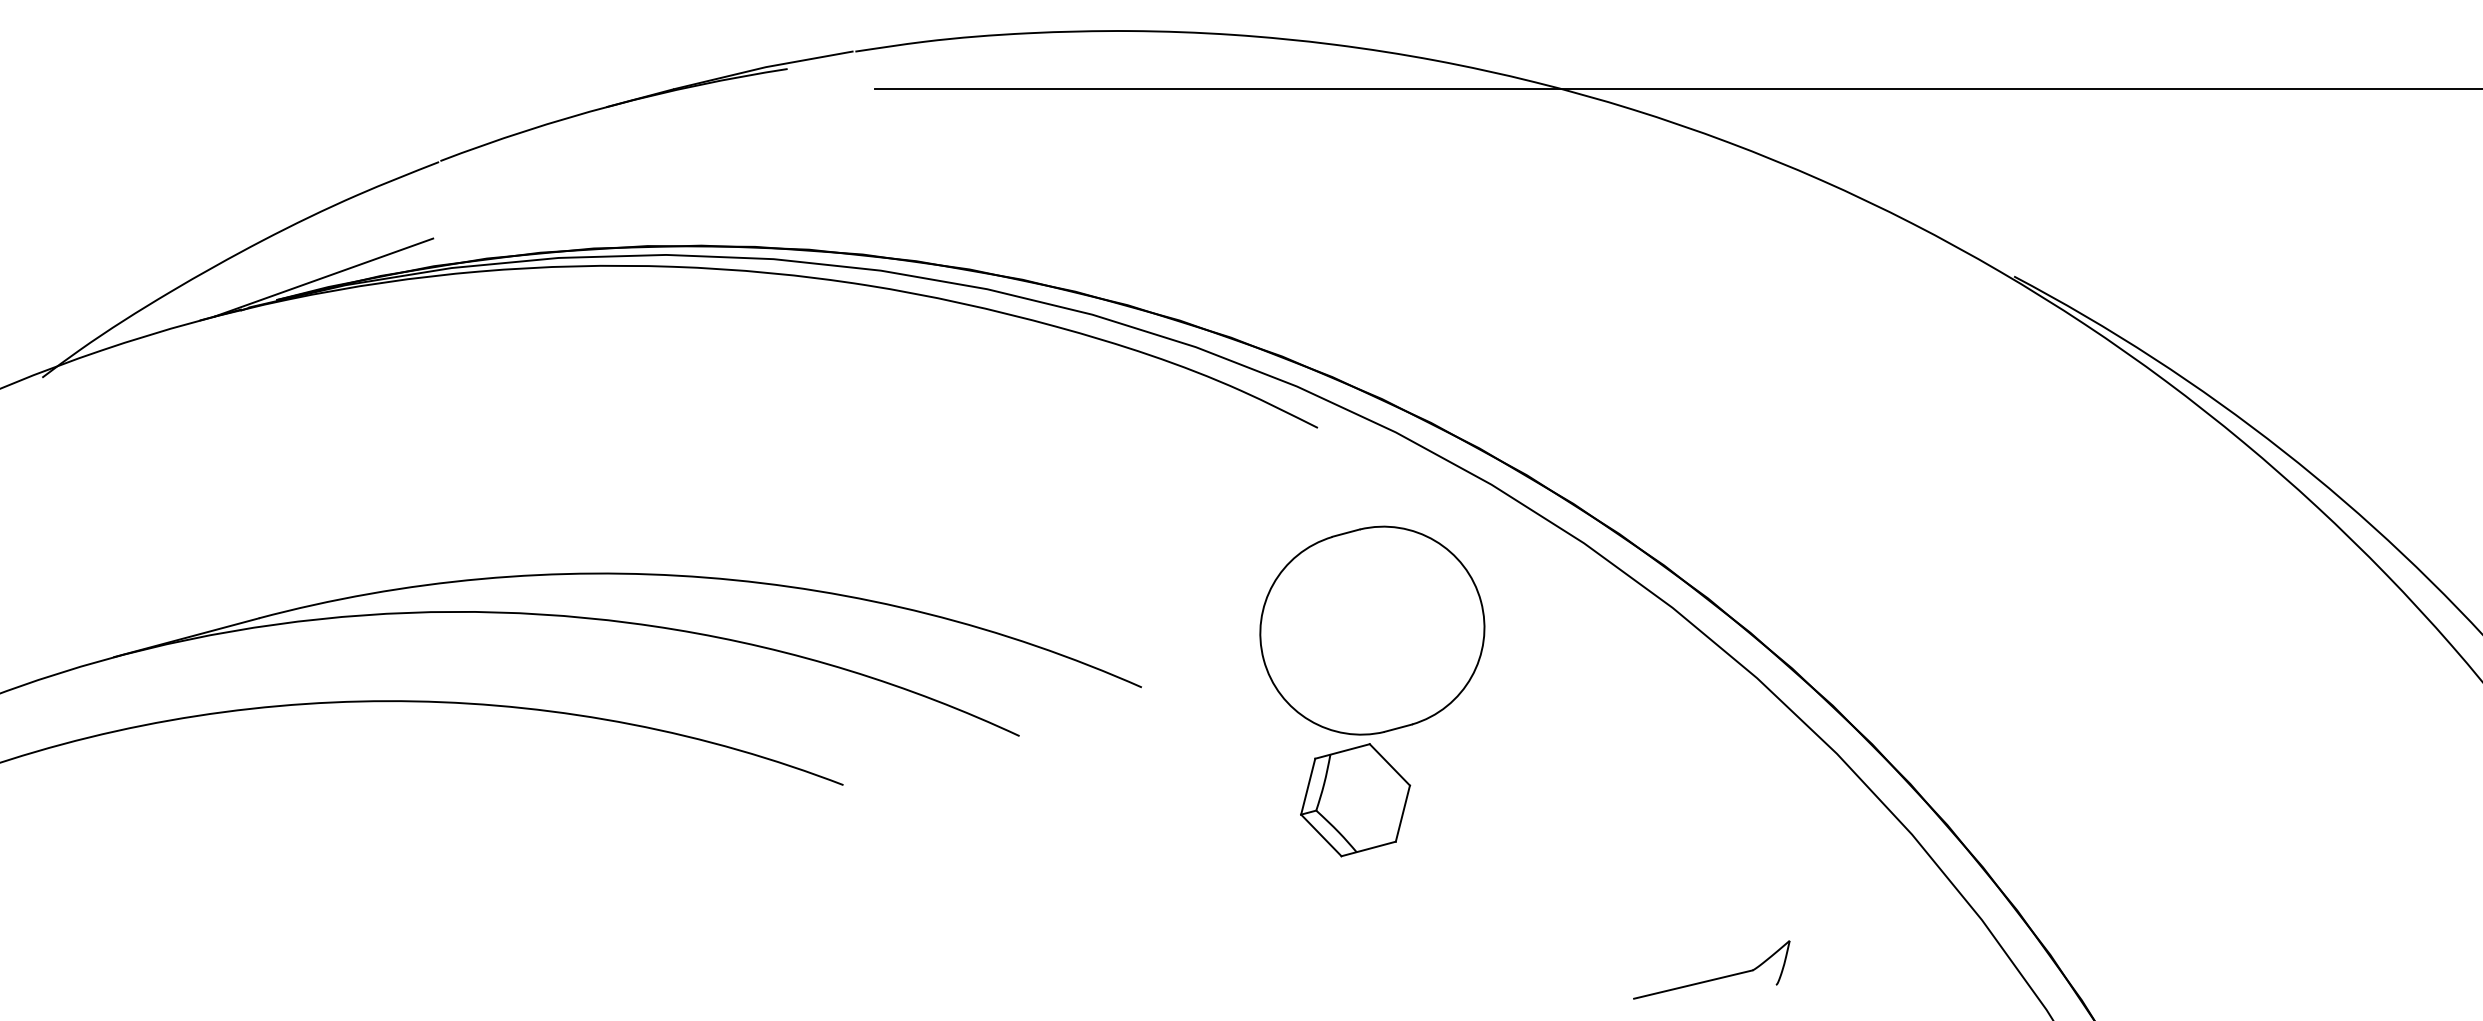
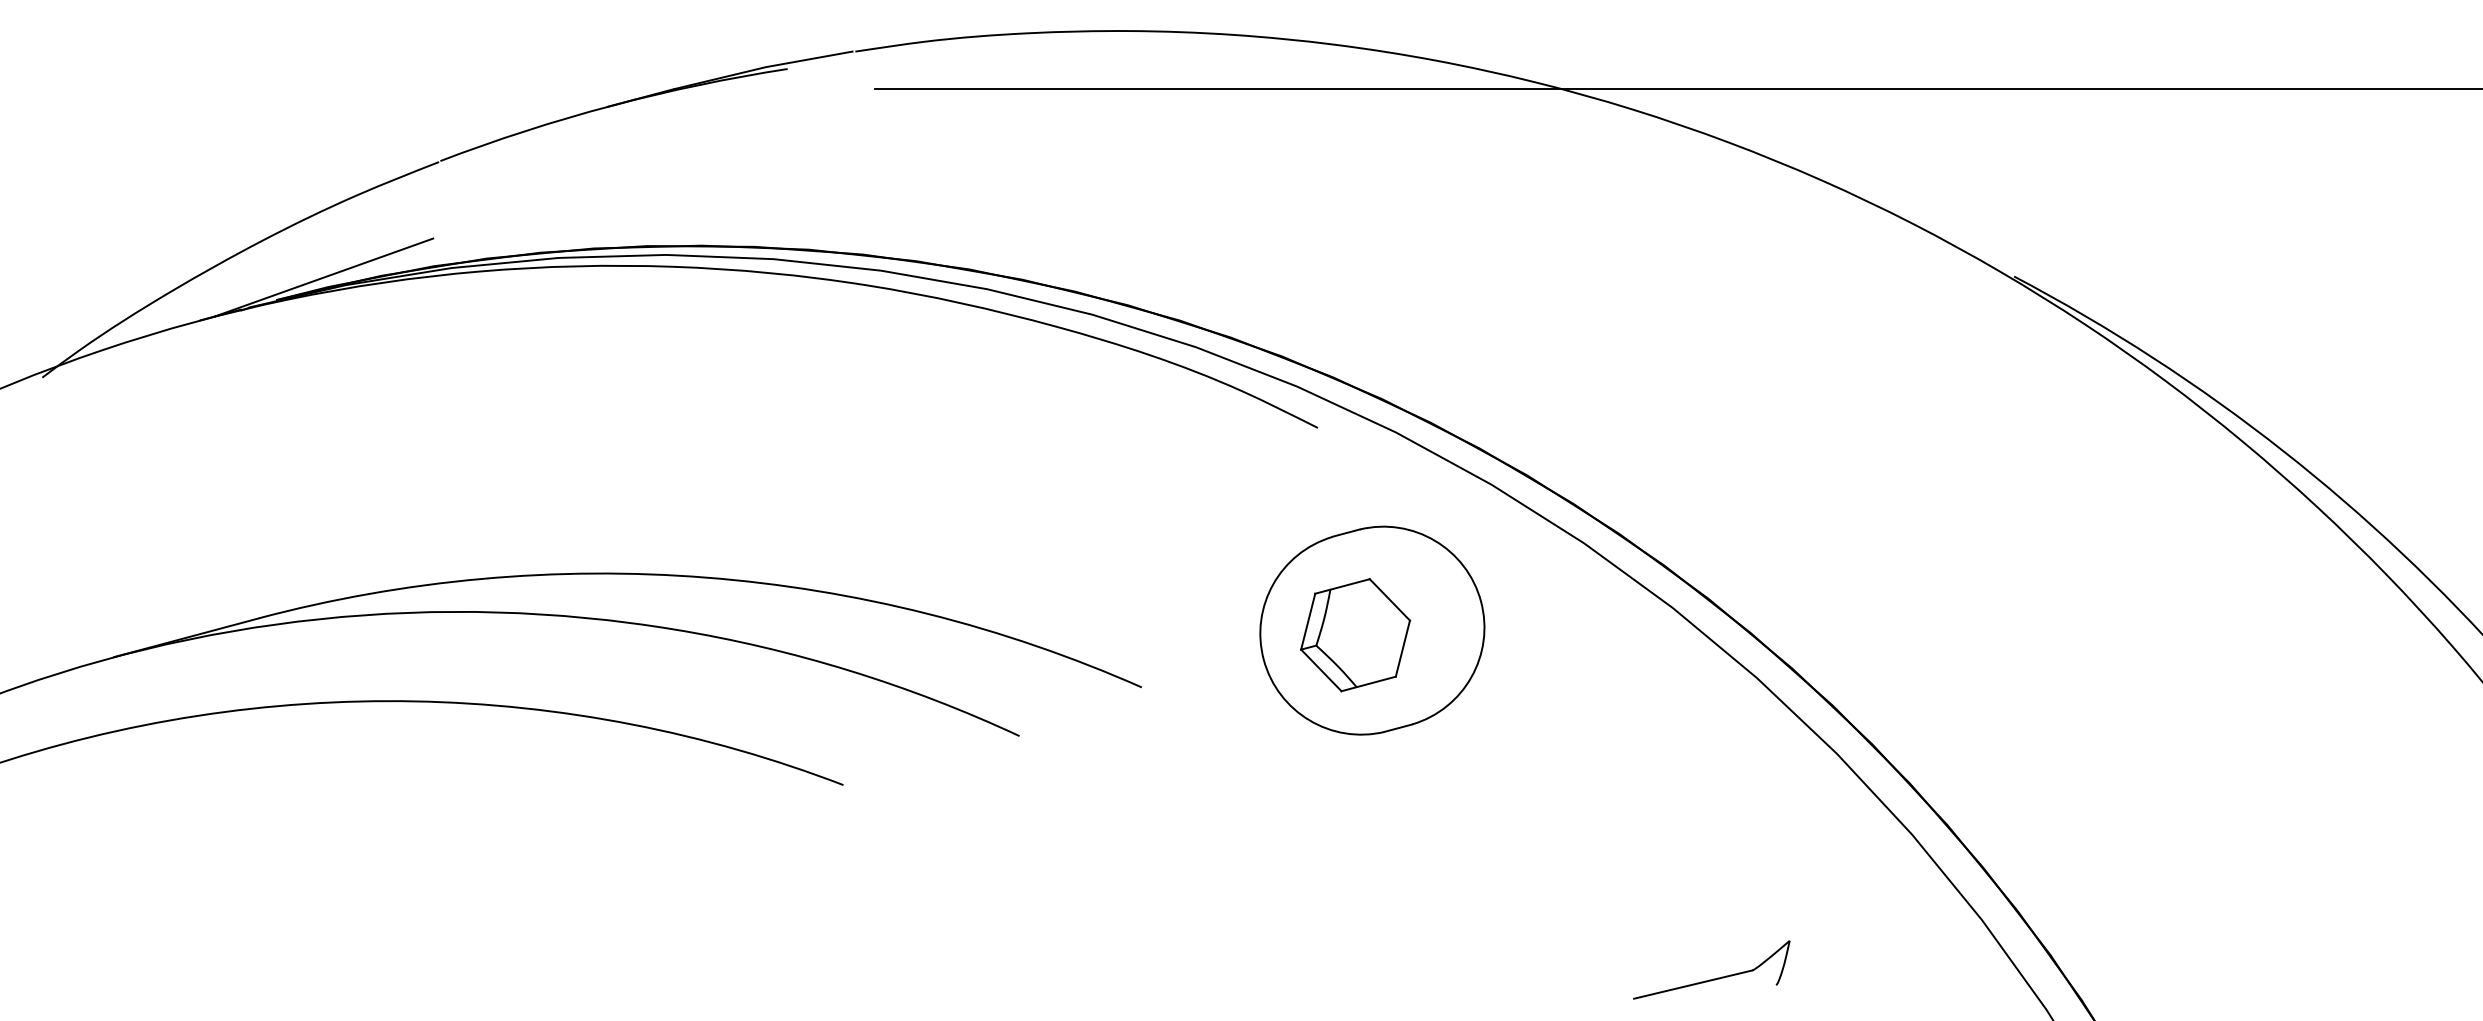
part at (1355, 800) position: (1355, 800) -> (1355, 635)
